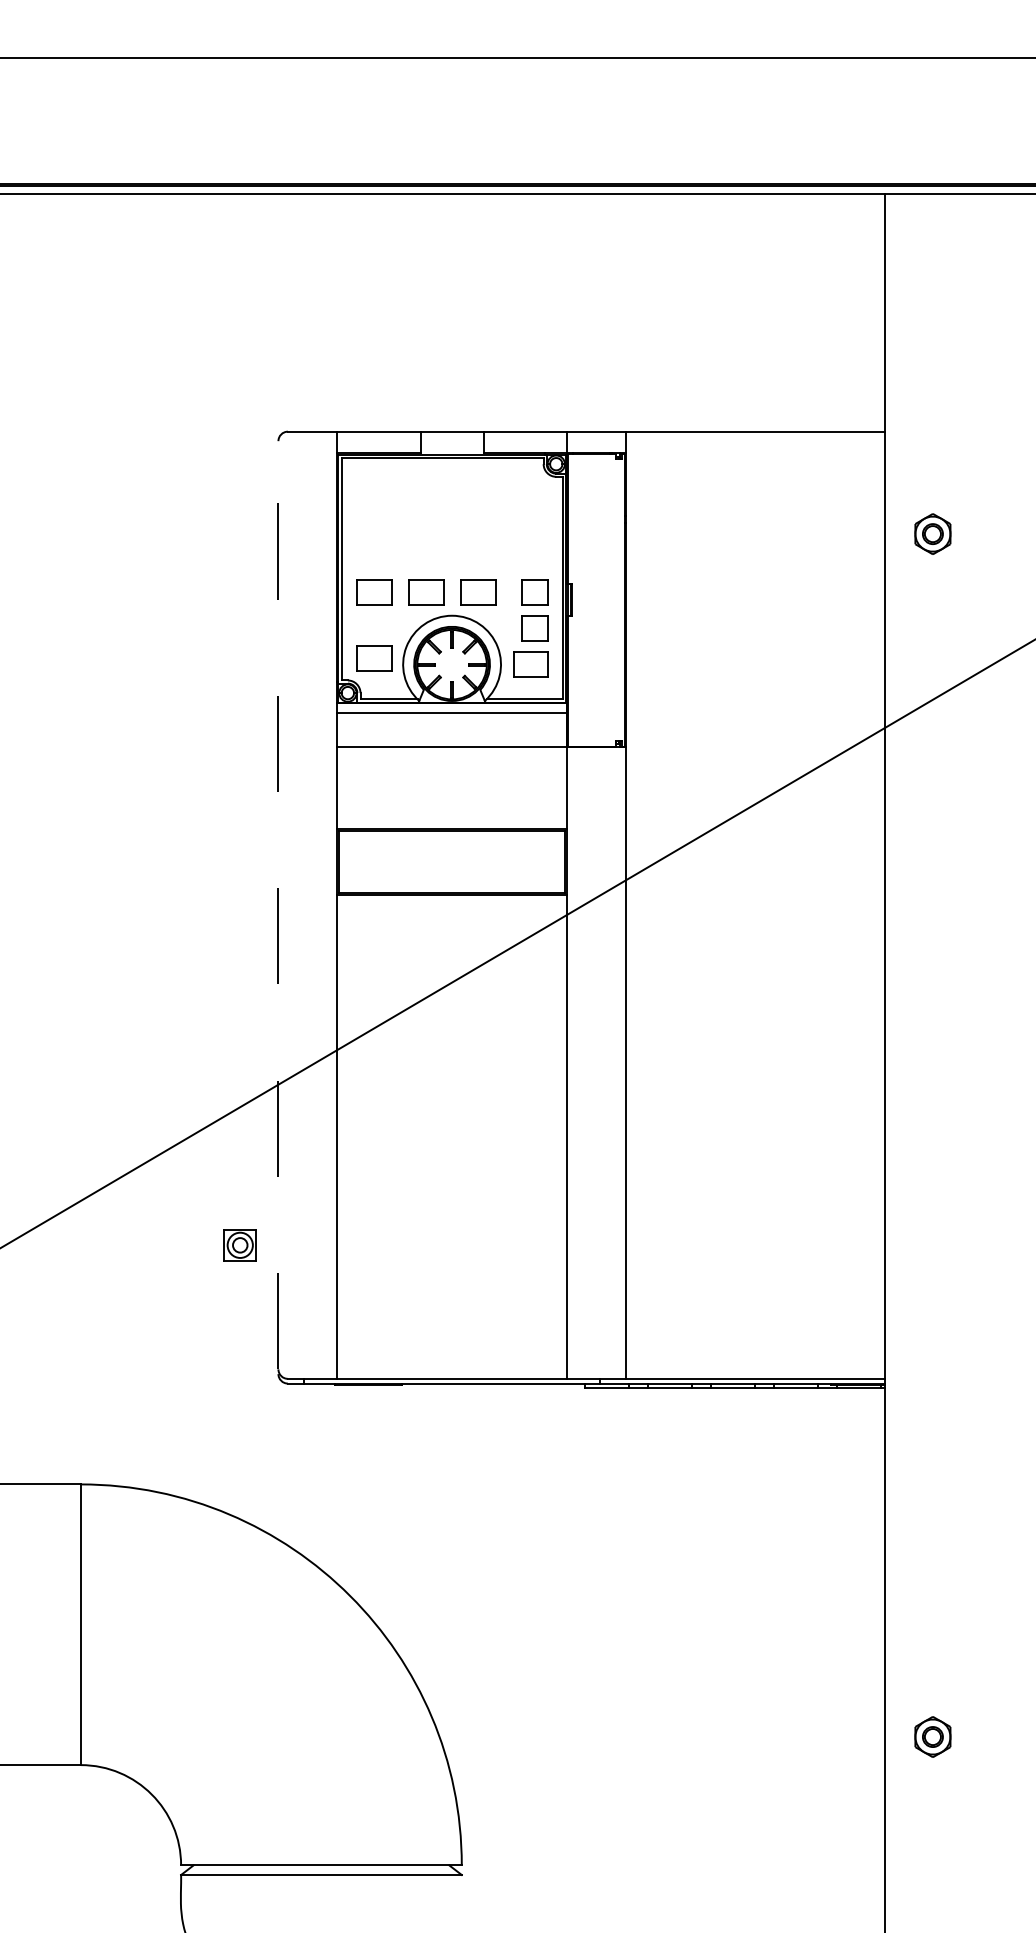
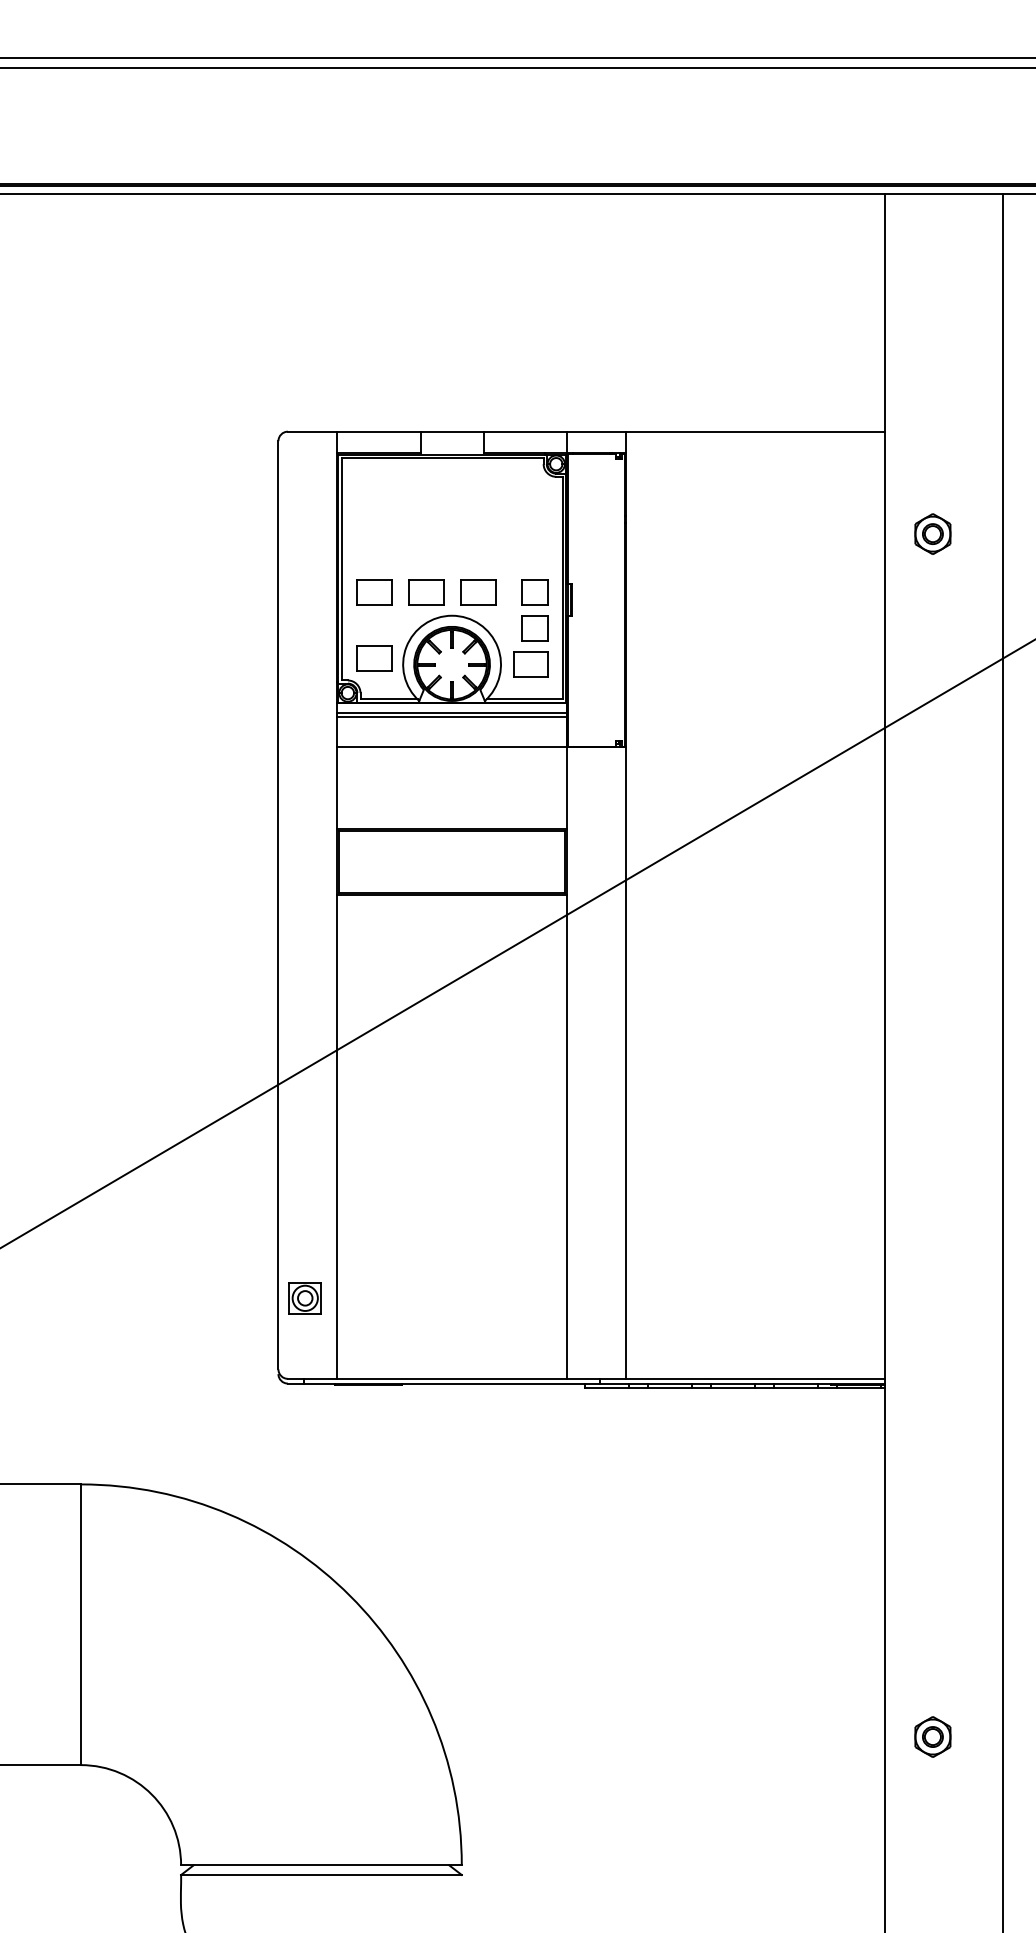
line at (517, 68): none -> present
line at (451, 717): none -> present
line at (278, 904): dashed -> solid
line at (1002, 1061): none -> present
part at (239, 1245) position: (239, 1245) -> (304, 1298)
